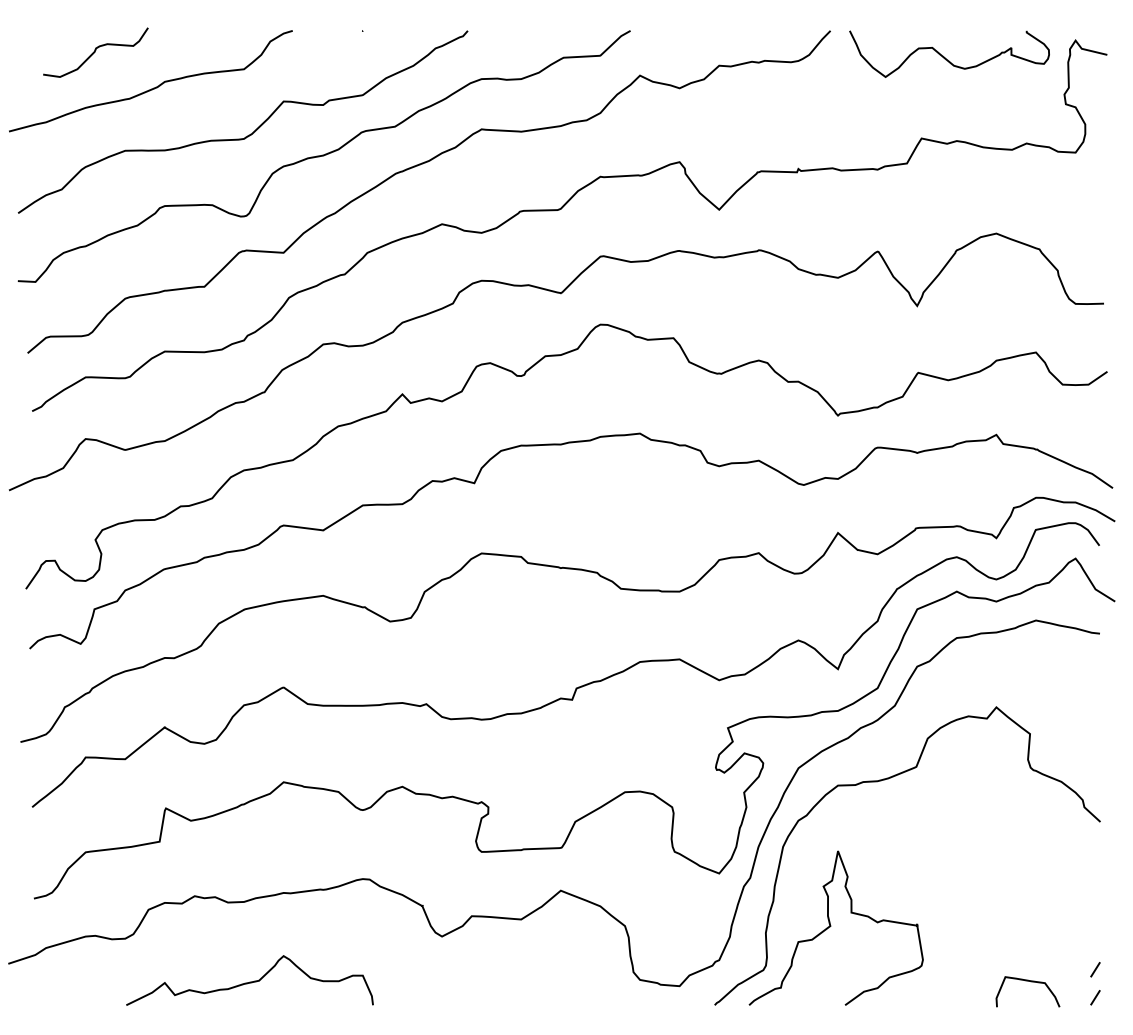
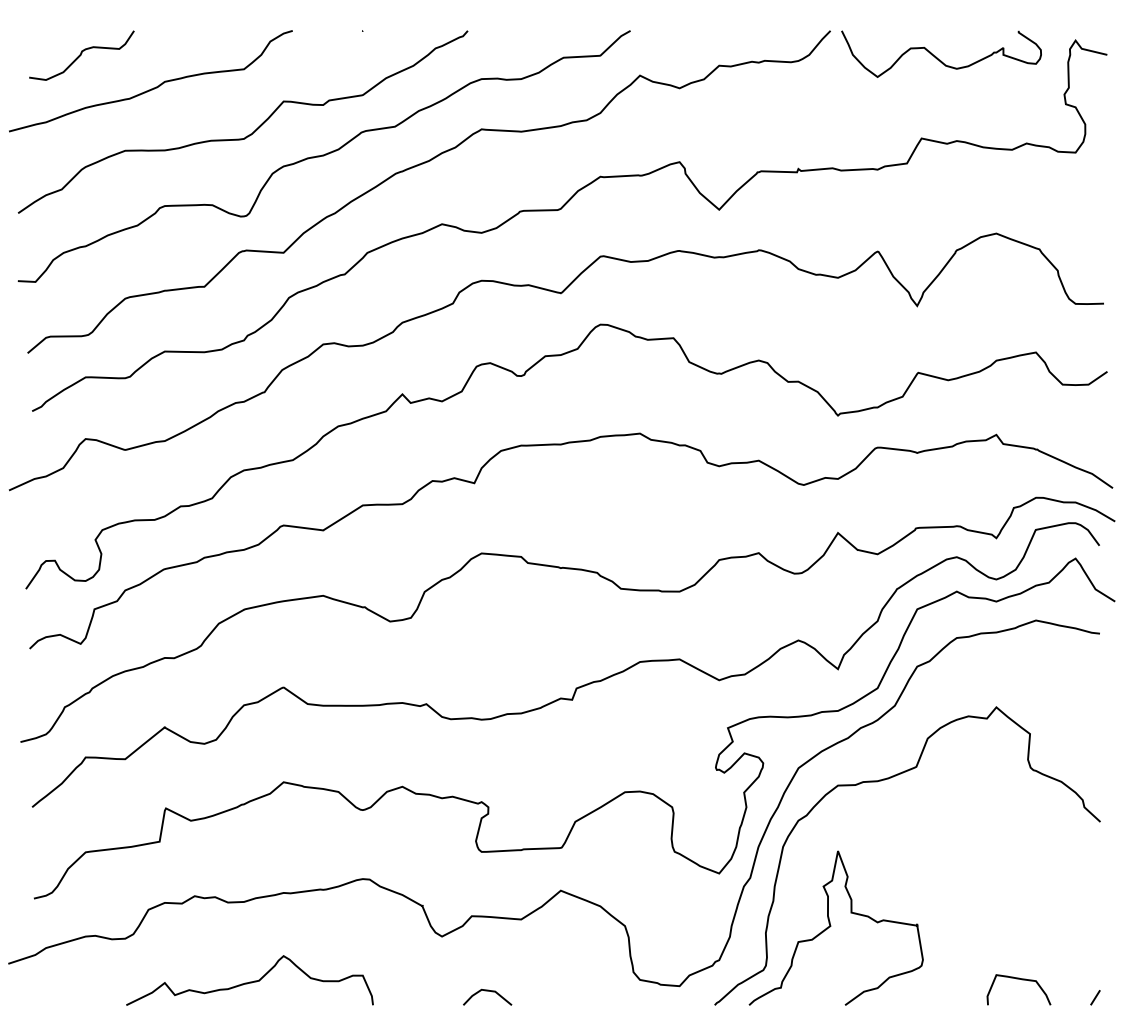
curve at (95, 52) position: (95, 52) -> (81, 55)
curve at (945, 57) position: (945, 57) -> (937, 57)
line at (1095, 969): present -> none
curve at (1031, 982) position: (1031, 982) -> (1022, 980)
line at (487, 991): none -> present
